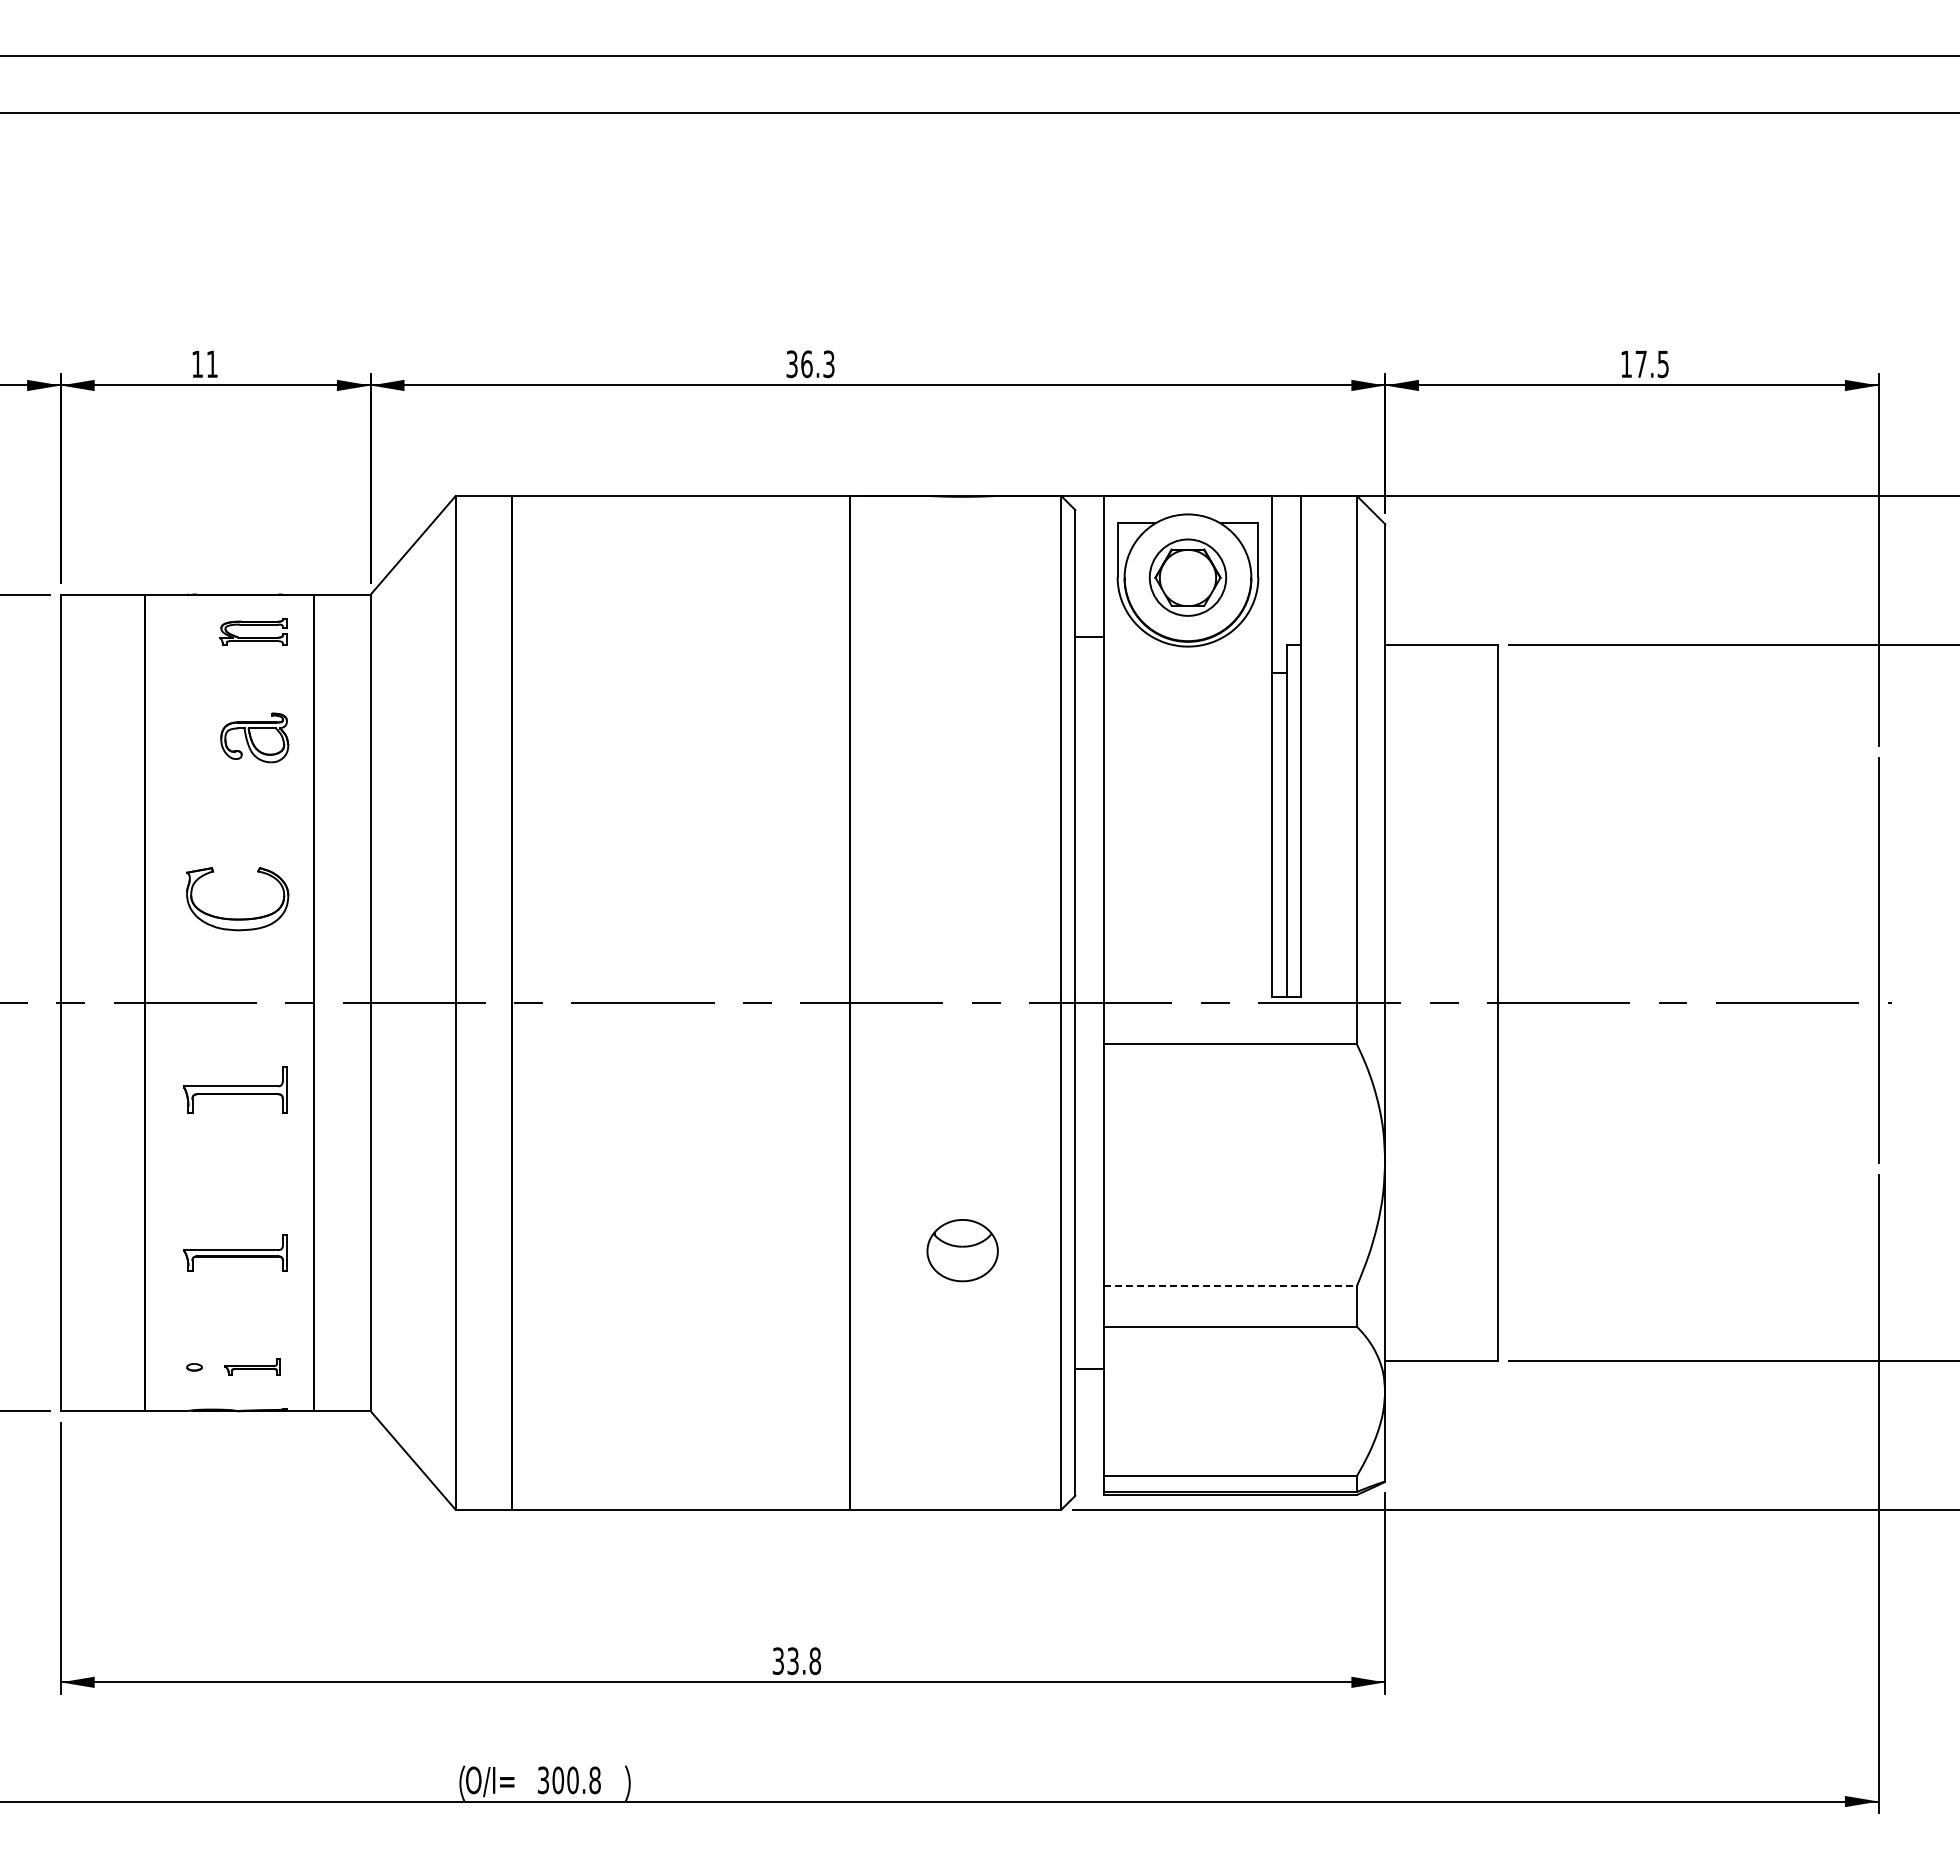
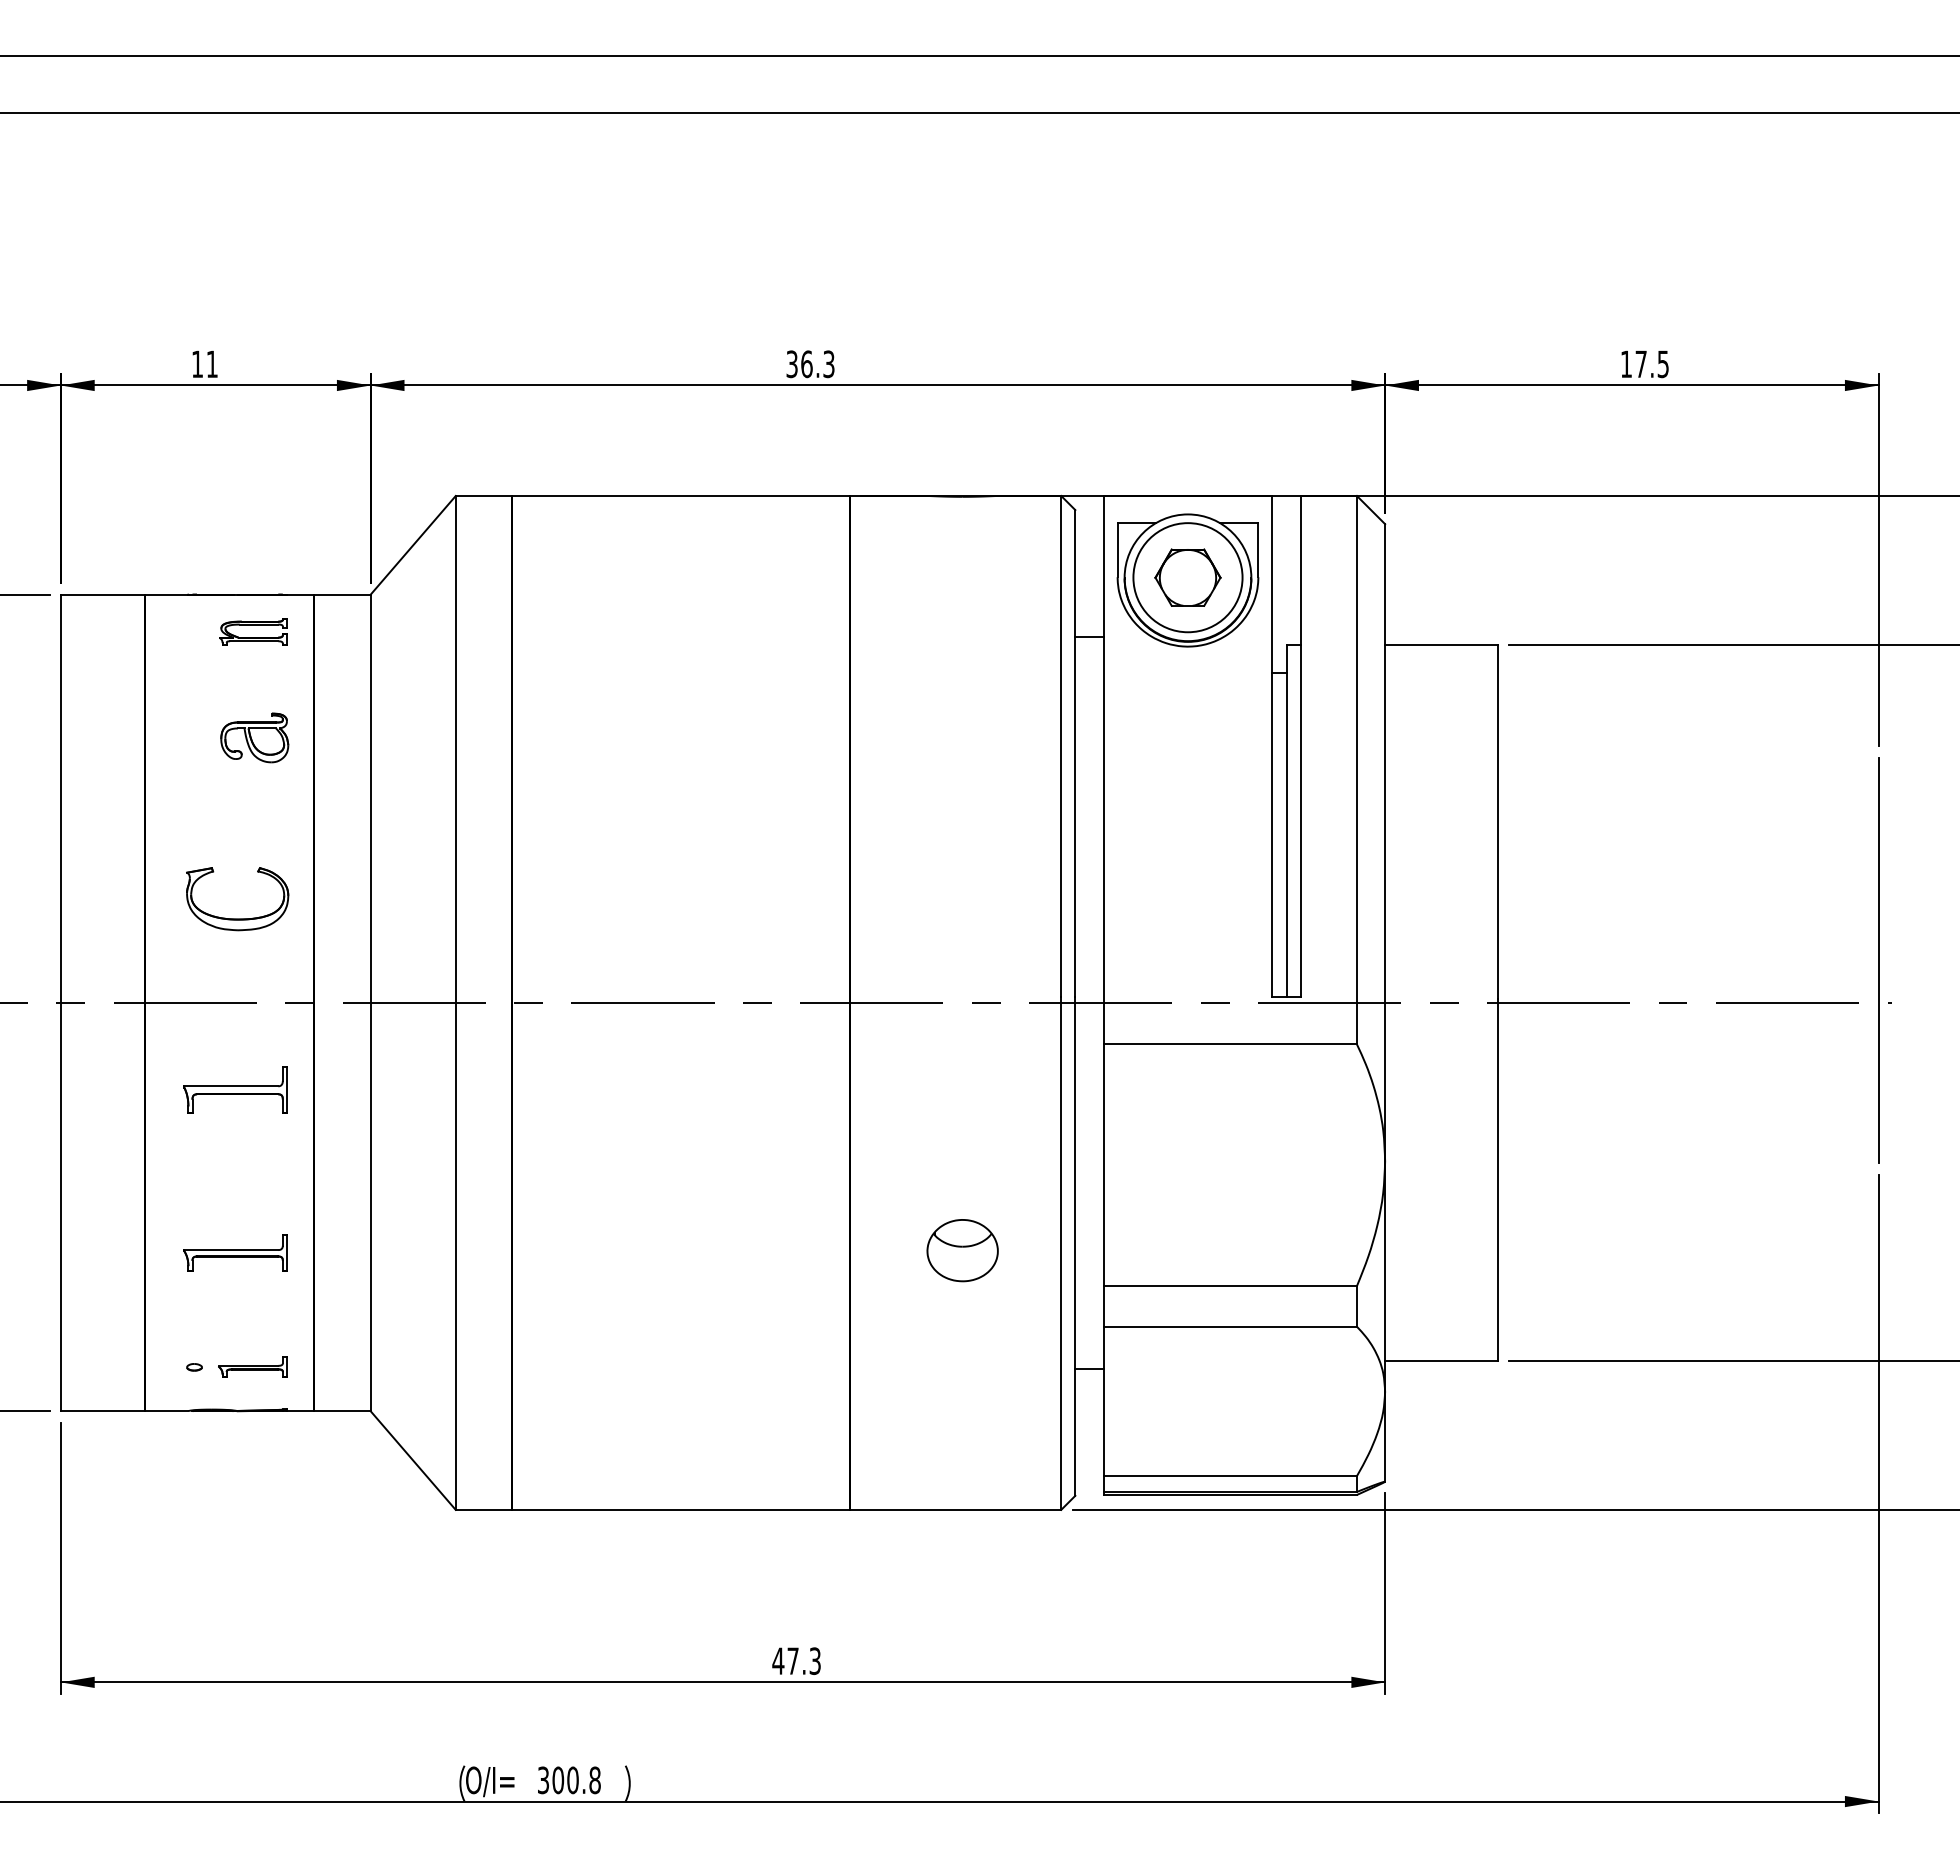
circle at (1187, 577) diameter: 76 px -> 109 px
line at (1230, 1286): dashed -> solid
part at (252, 1366) size: 57x18 px -> 70x22 px
text at (796, 1661): 33.8 -> 47.3
